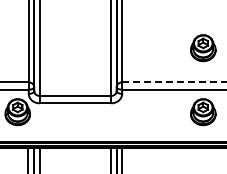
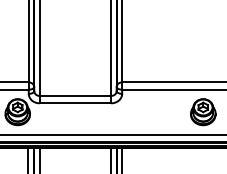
part at (203, 48): present -> none
line at (173, 82): dashed -> solid
line at (112, 135): none -> present
